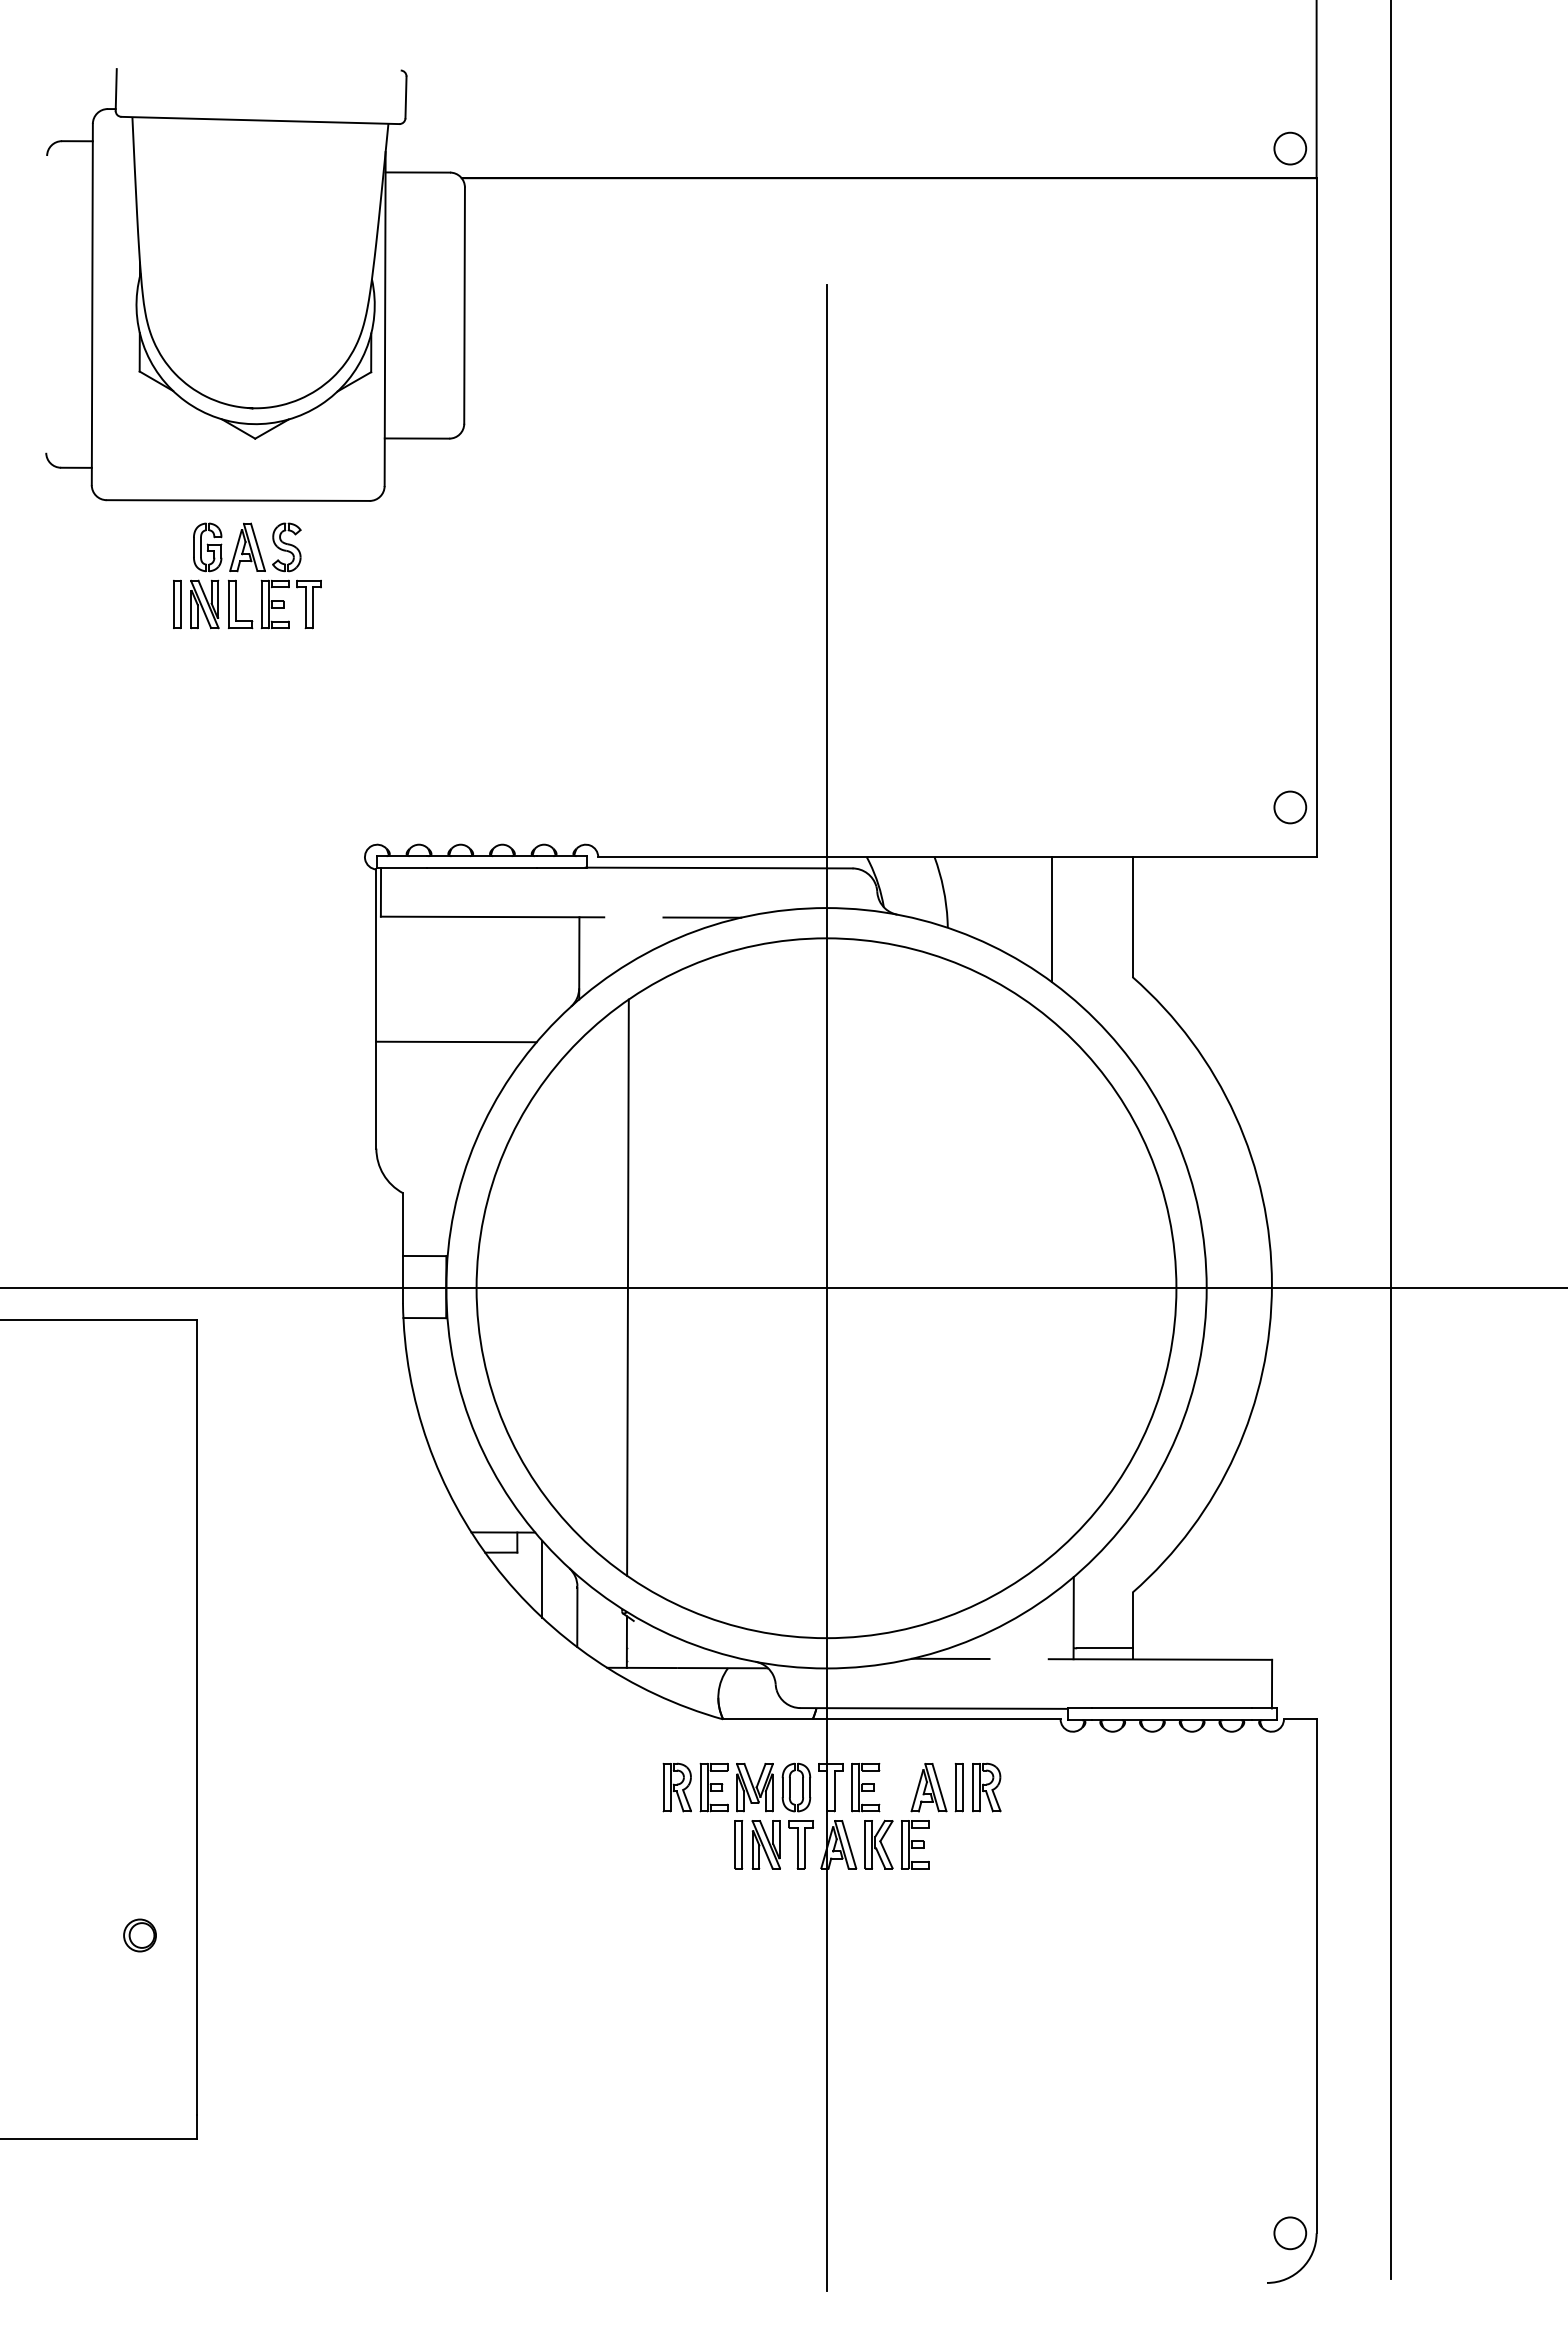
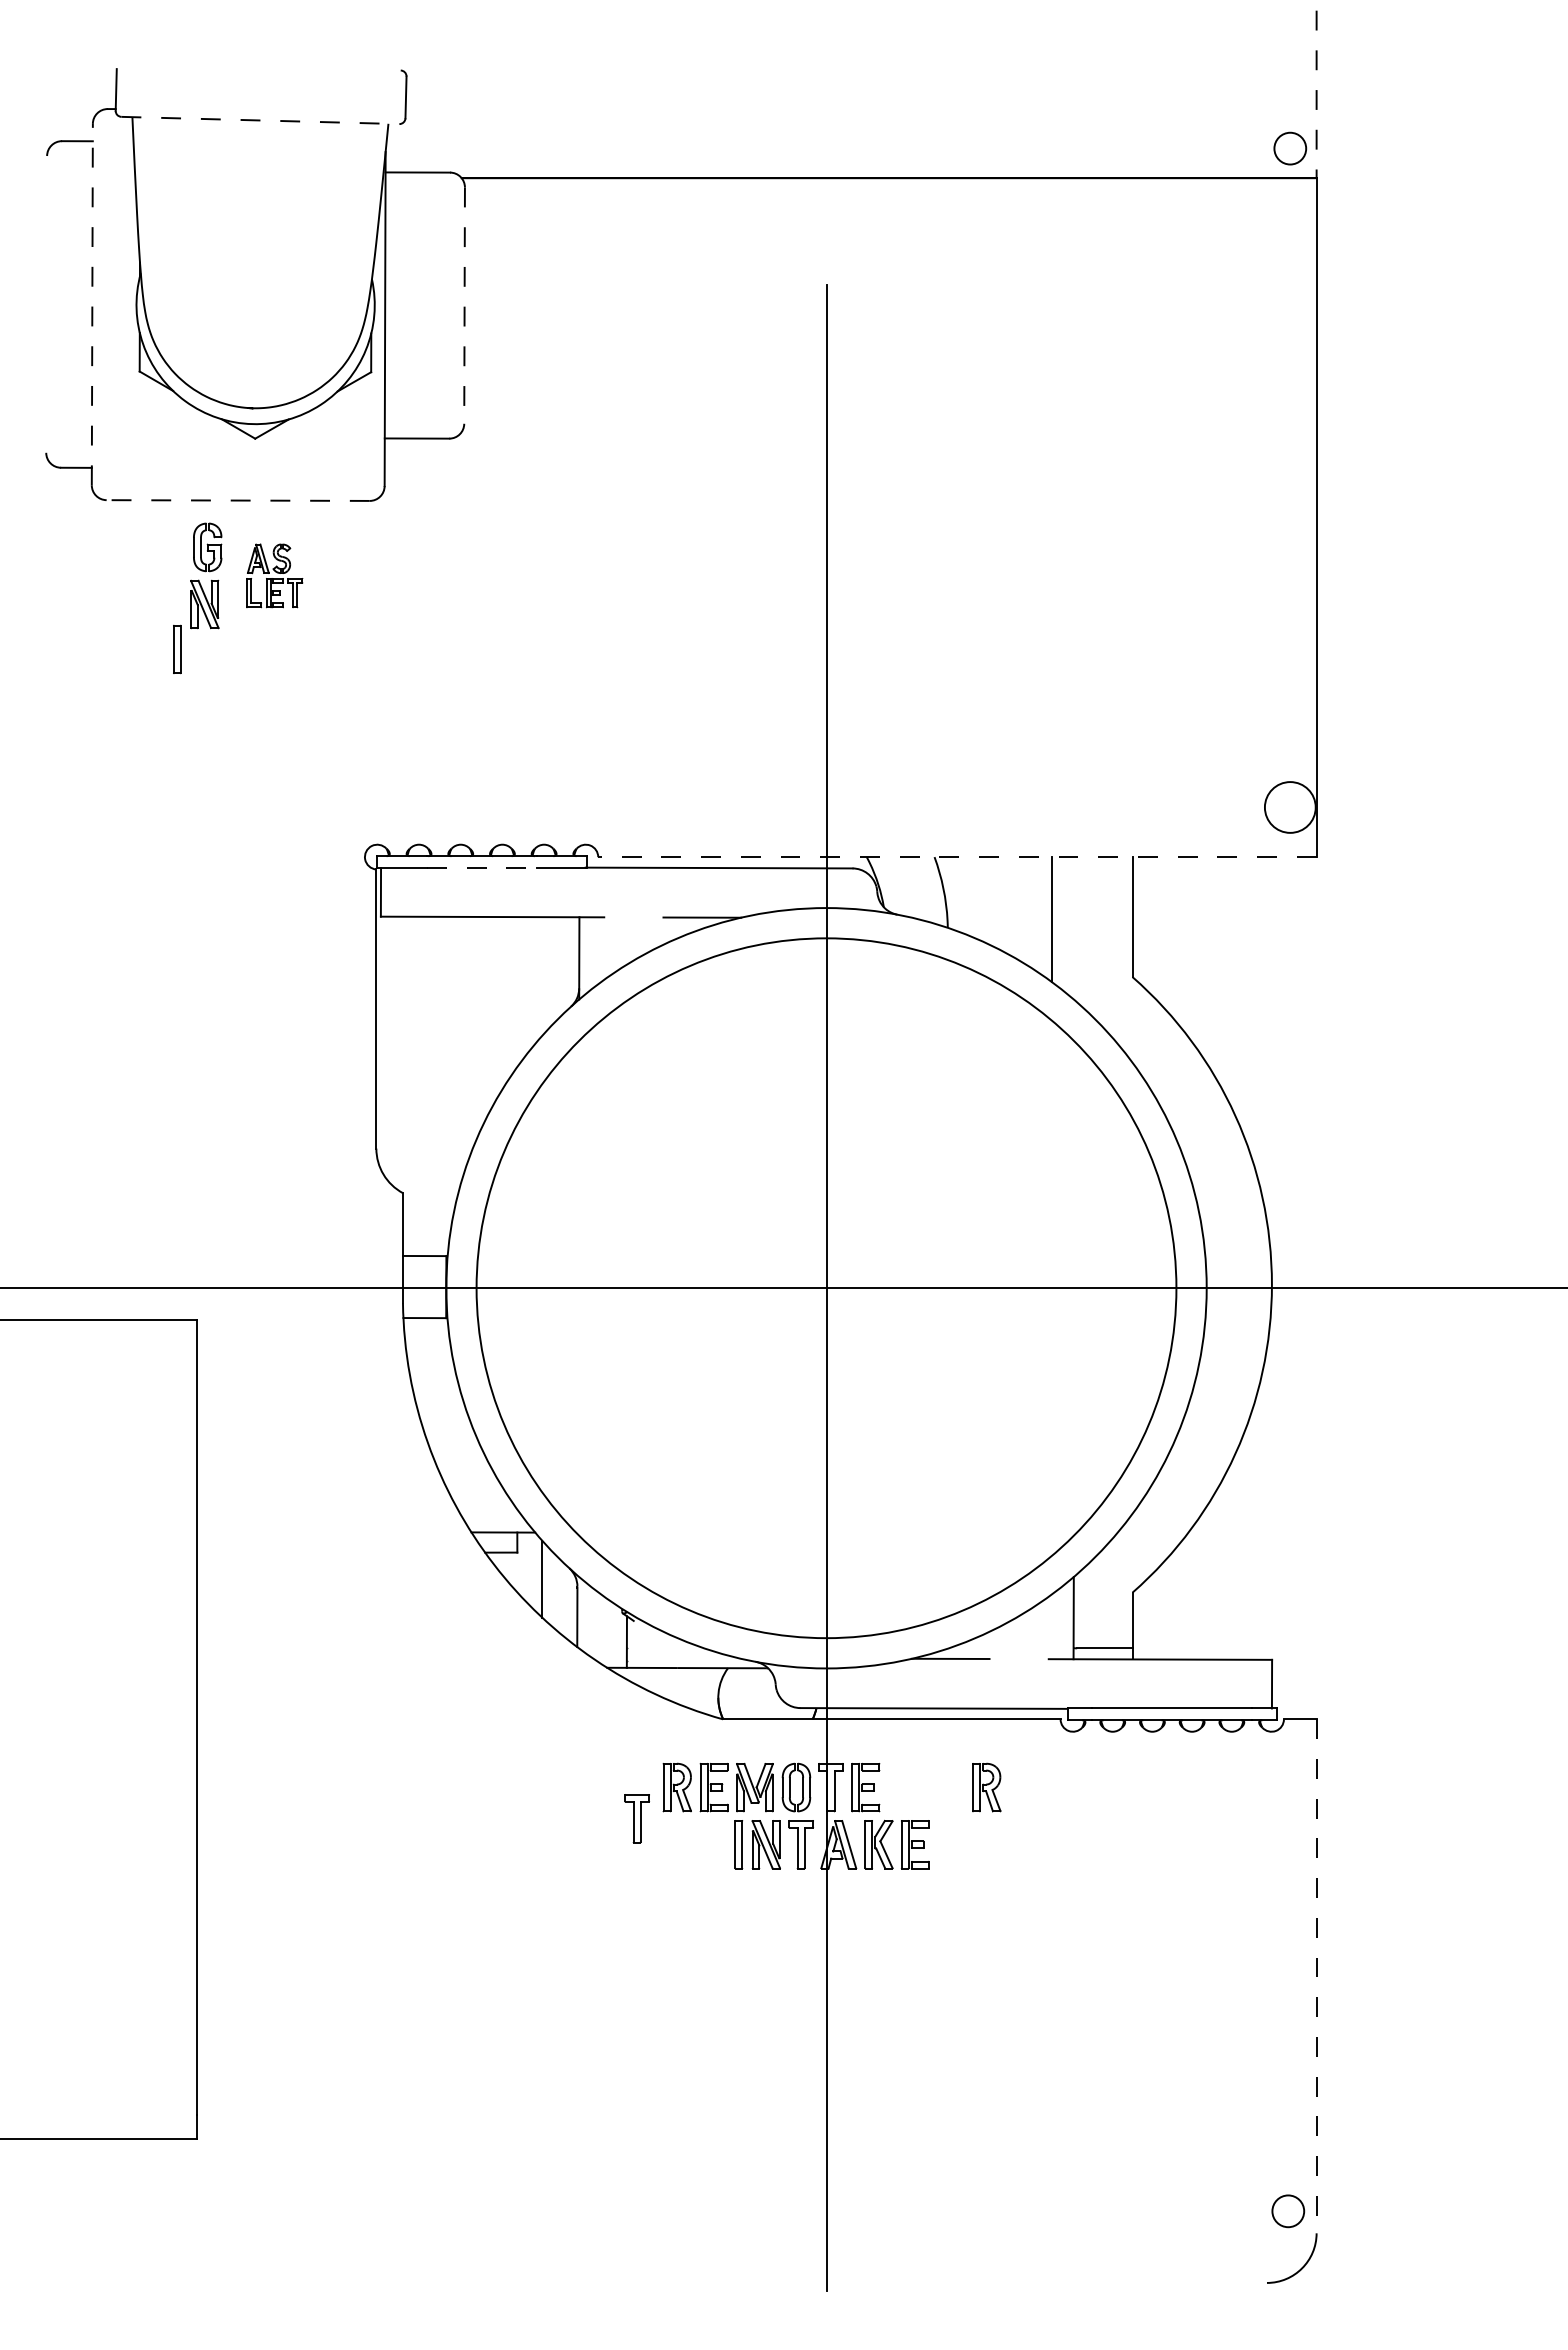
line at (1316, 89): solid -> dashed
line at (260, 120): solid -> dashed
line at (92, 304): solid -> dashed
line at (464, 306): solid -> dashed
line at (238, 500): solid -> dashed
part at (274, 575) size: 95x108 px -> 58x66 px
part at (177, 604) position: (177, 604) -> (177, 649)
circle at (1290, 807) diameter: 32 px -> 51 px
line at (956, 857): solid -> dashed
line at (481, 868): solid -> dashed
line at (456, 1041): present -> none
line at (1391, 1140): present -> none
line at (627, 1287): present -> none
part at (936, 1787): present -> none
part at (636, 1818): none -> present
part at (139, 1935): present -> none
line at (1316, 1976): solid -> dashed
circle at (1290, 2233) position: (1290, 2233) -> (1288, 2211)
